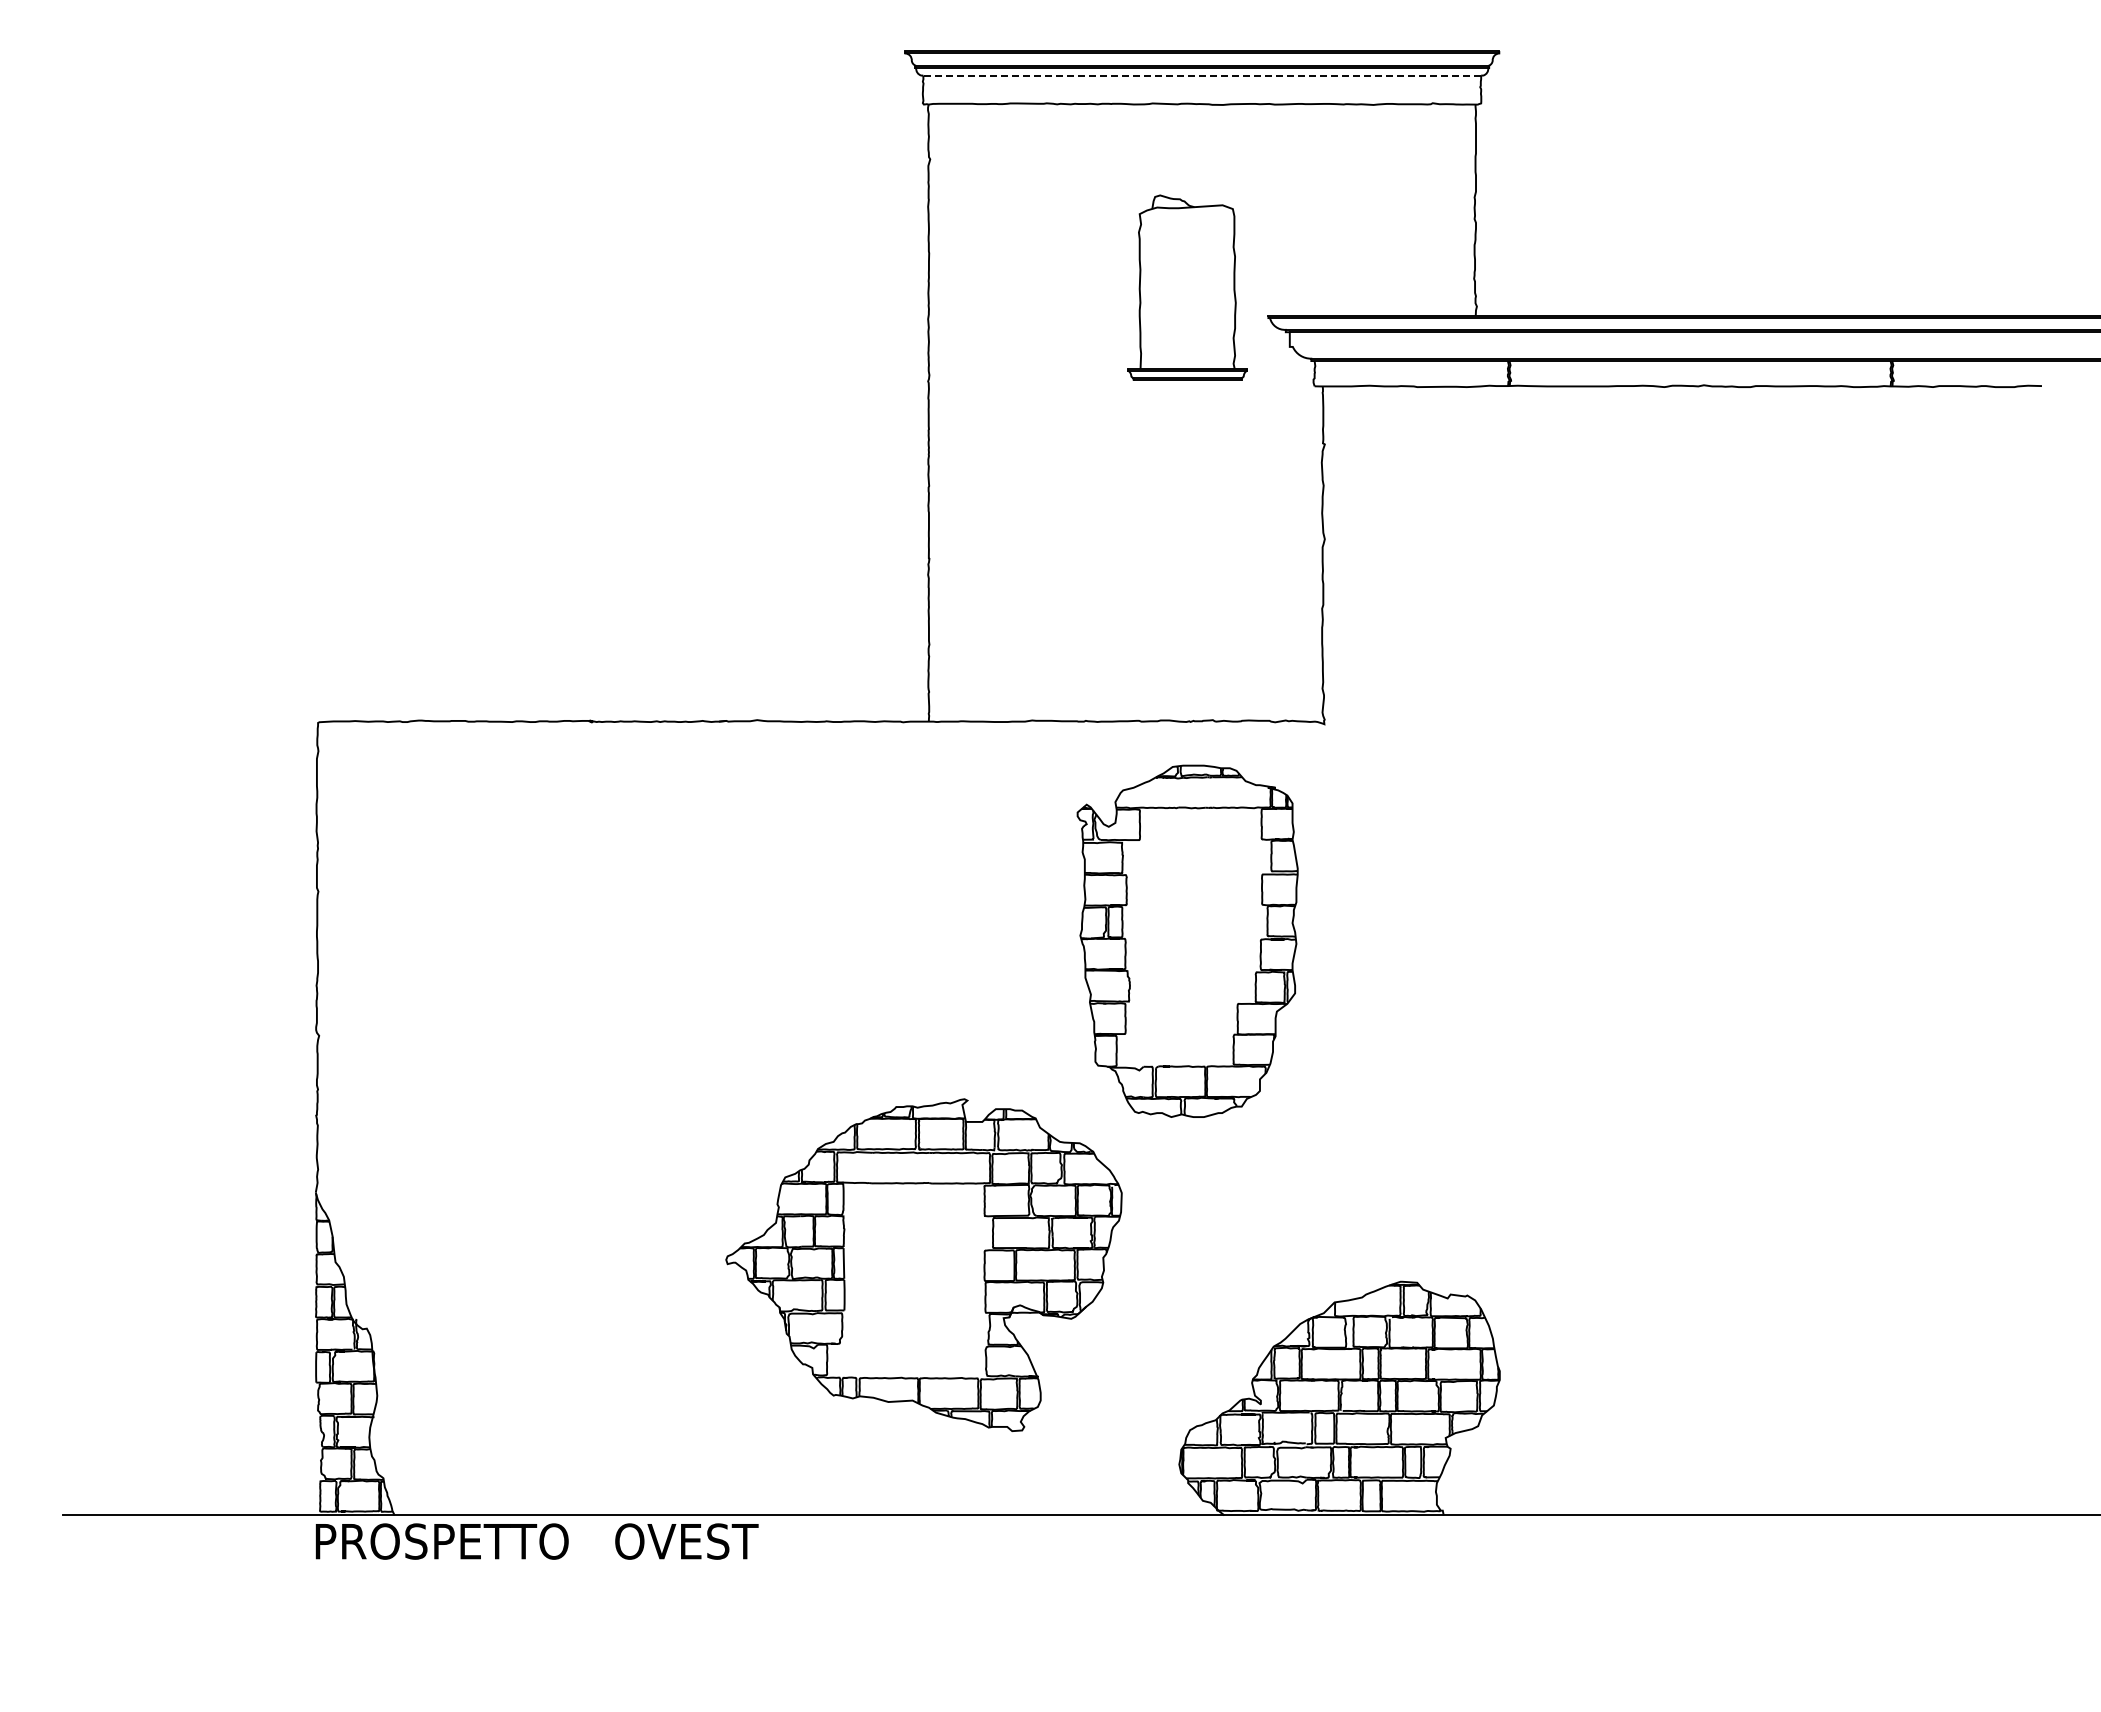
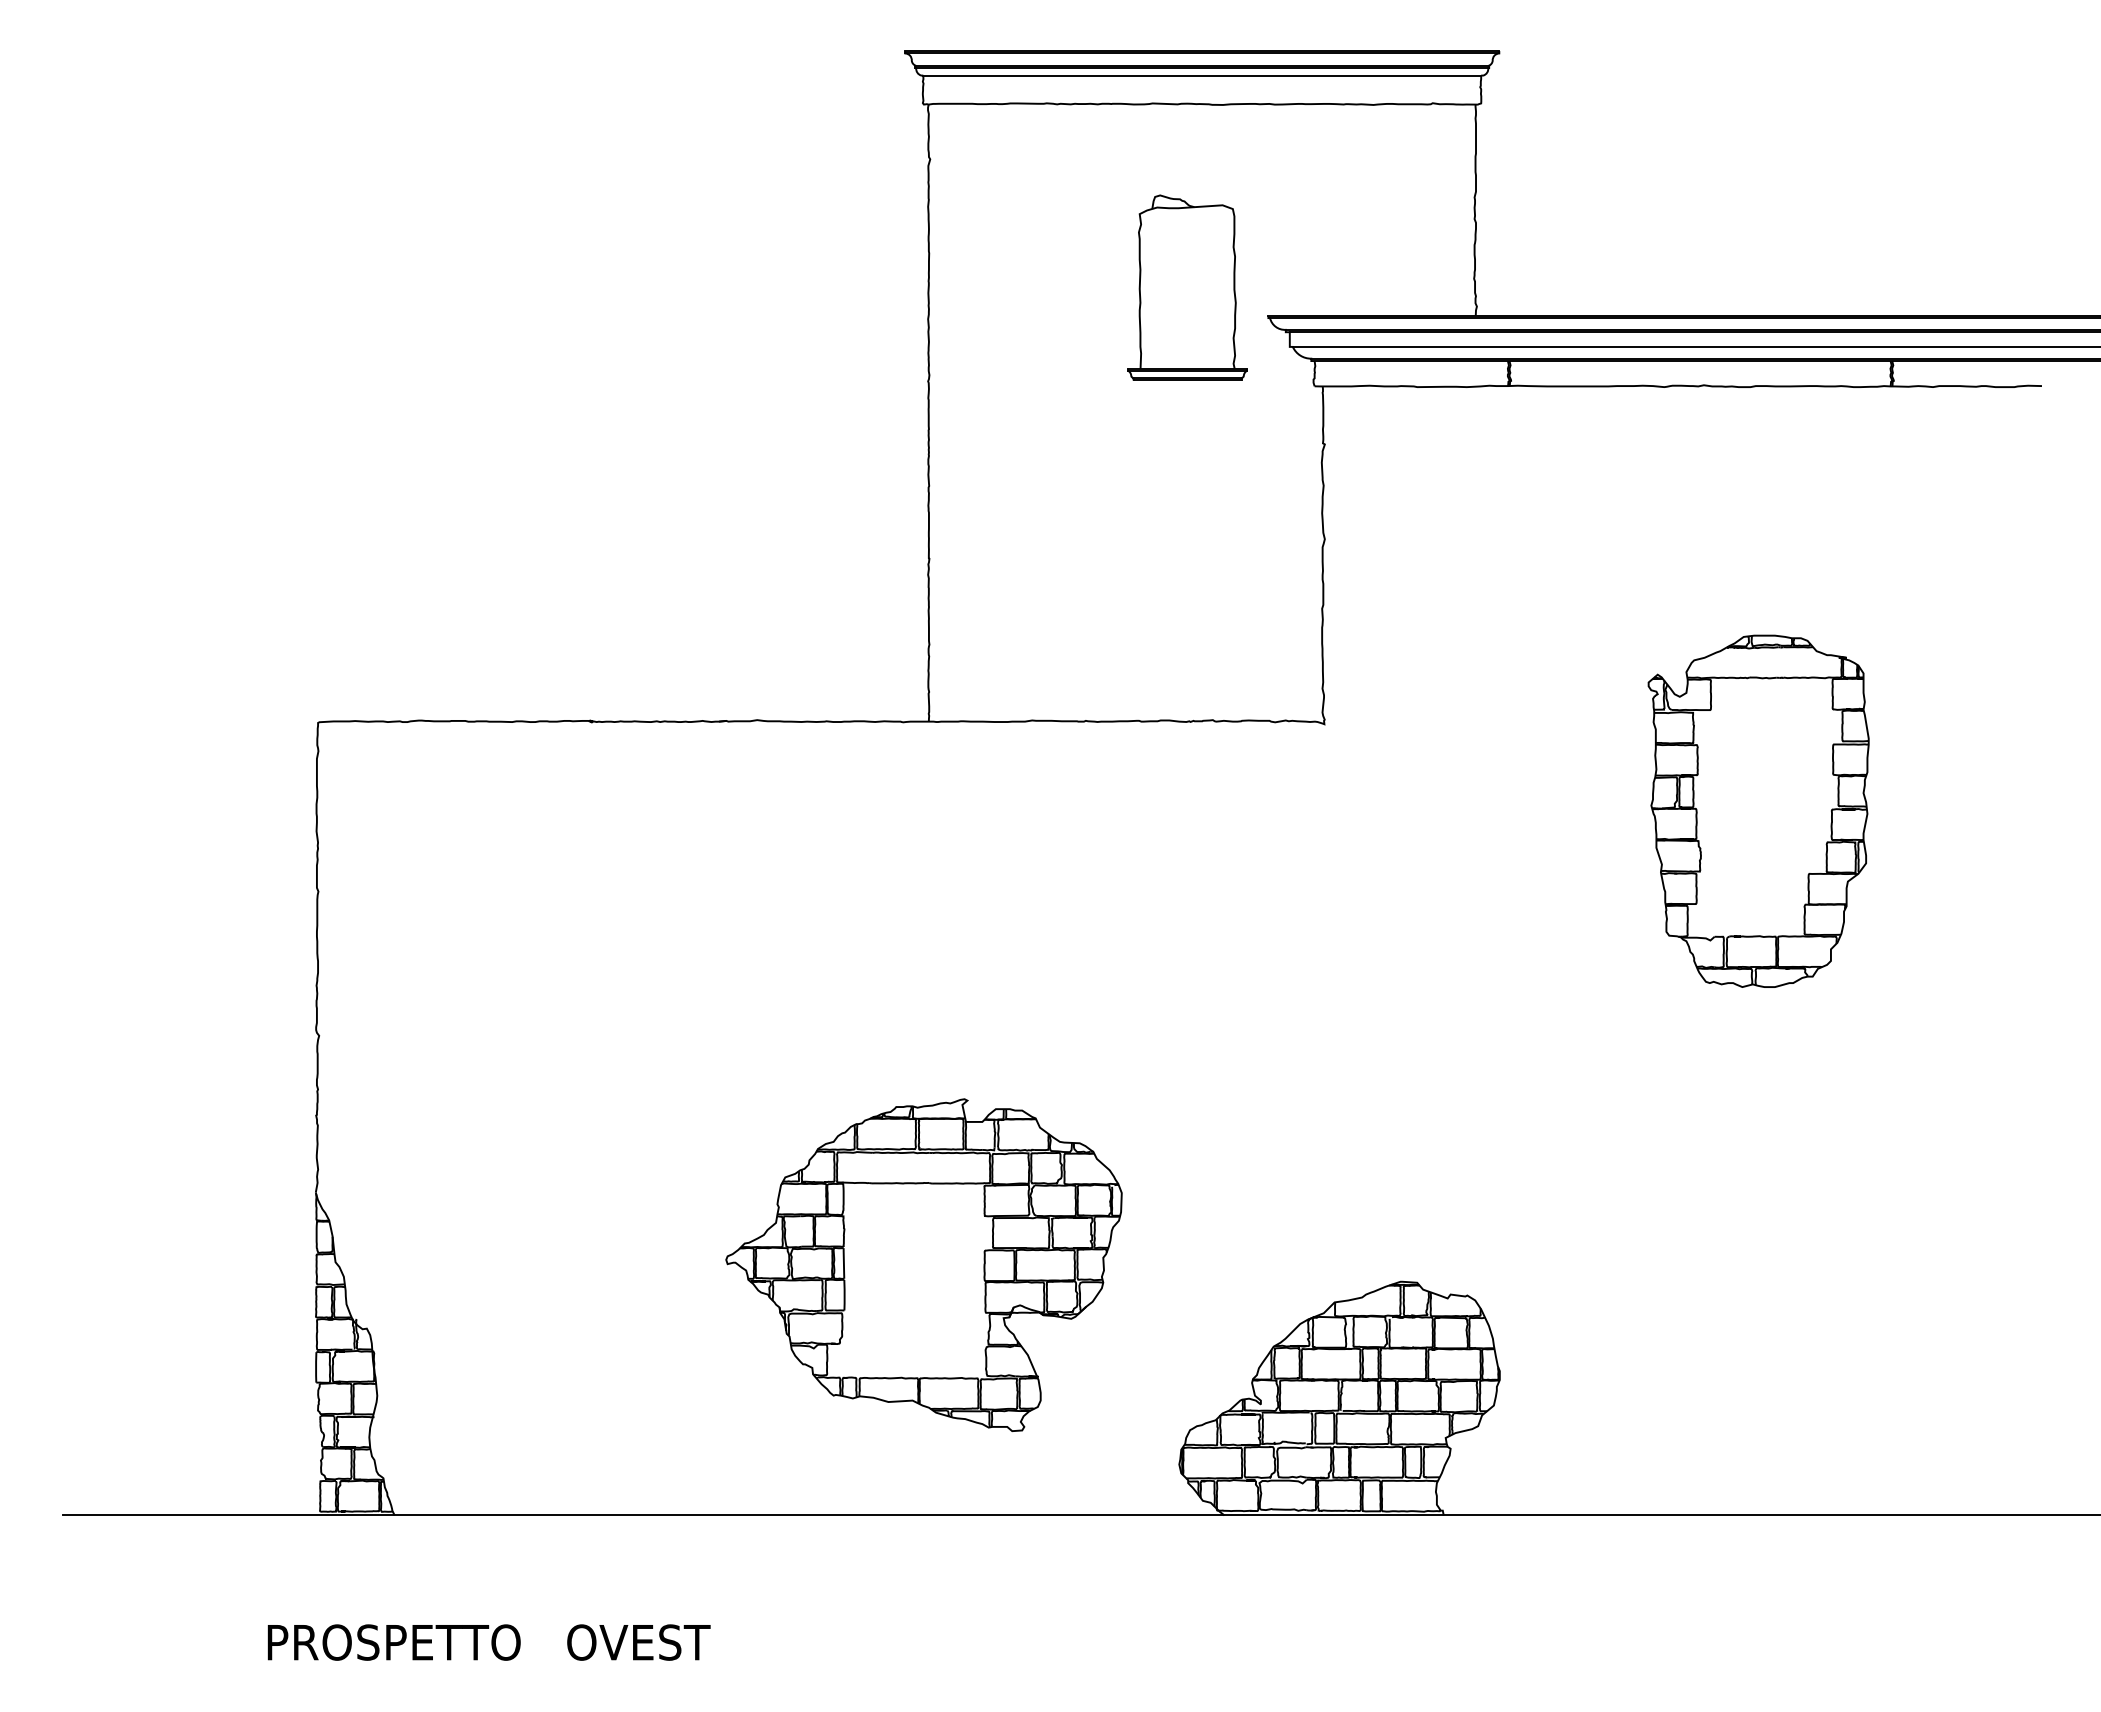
line at (1202, 75): dashed -> solid
line at (1694, 346): none -> present
part at (1187, 940) position: (1187, 940) -> (1758, 810)
text at (536, 1541) position: (536, 1541) -> (488, 1642)
